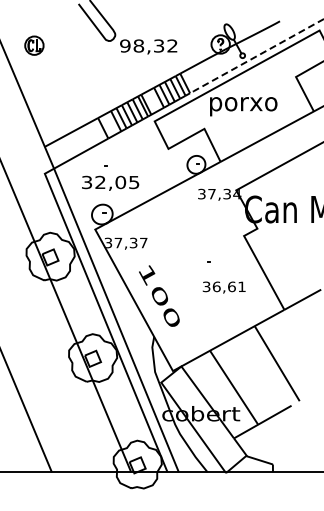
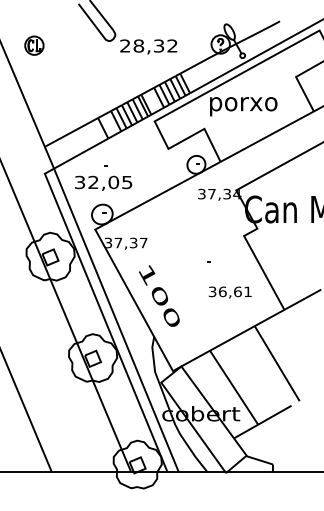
text at (125, 45): 98,32 -> 28,32
line at (255, 56): dashed -> solid
text at (110, 182) position: (110, 182) -> (103, 182)
text at (223, 287) position: (223, 287) -> (229, 292)
